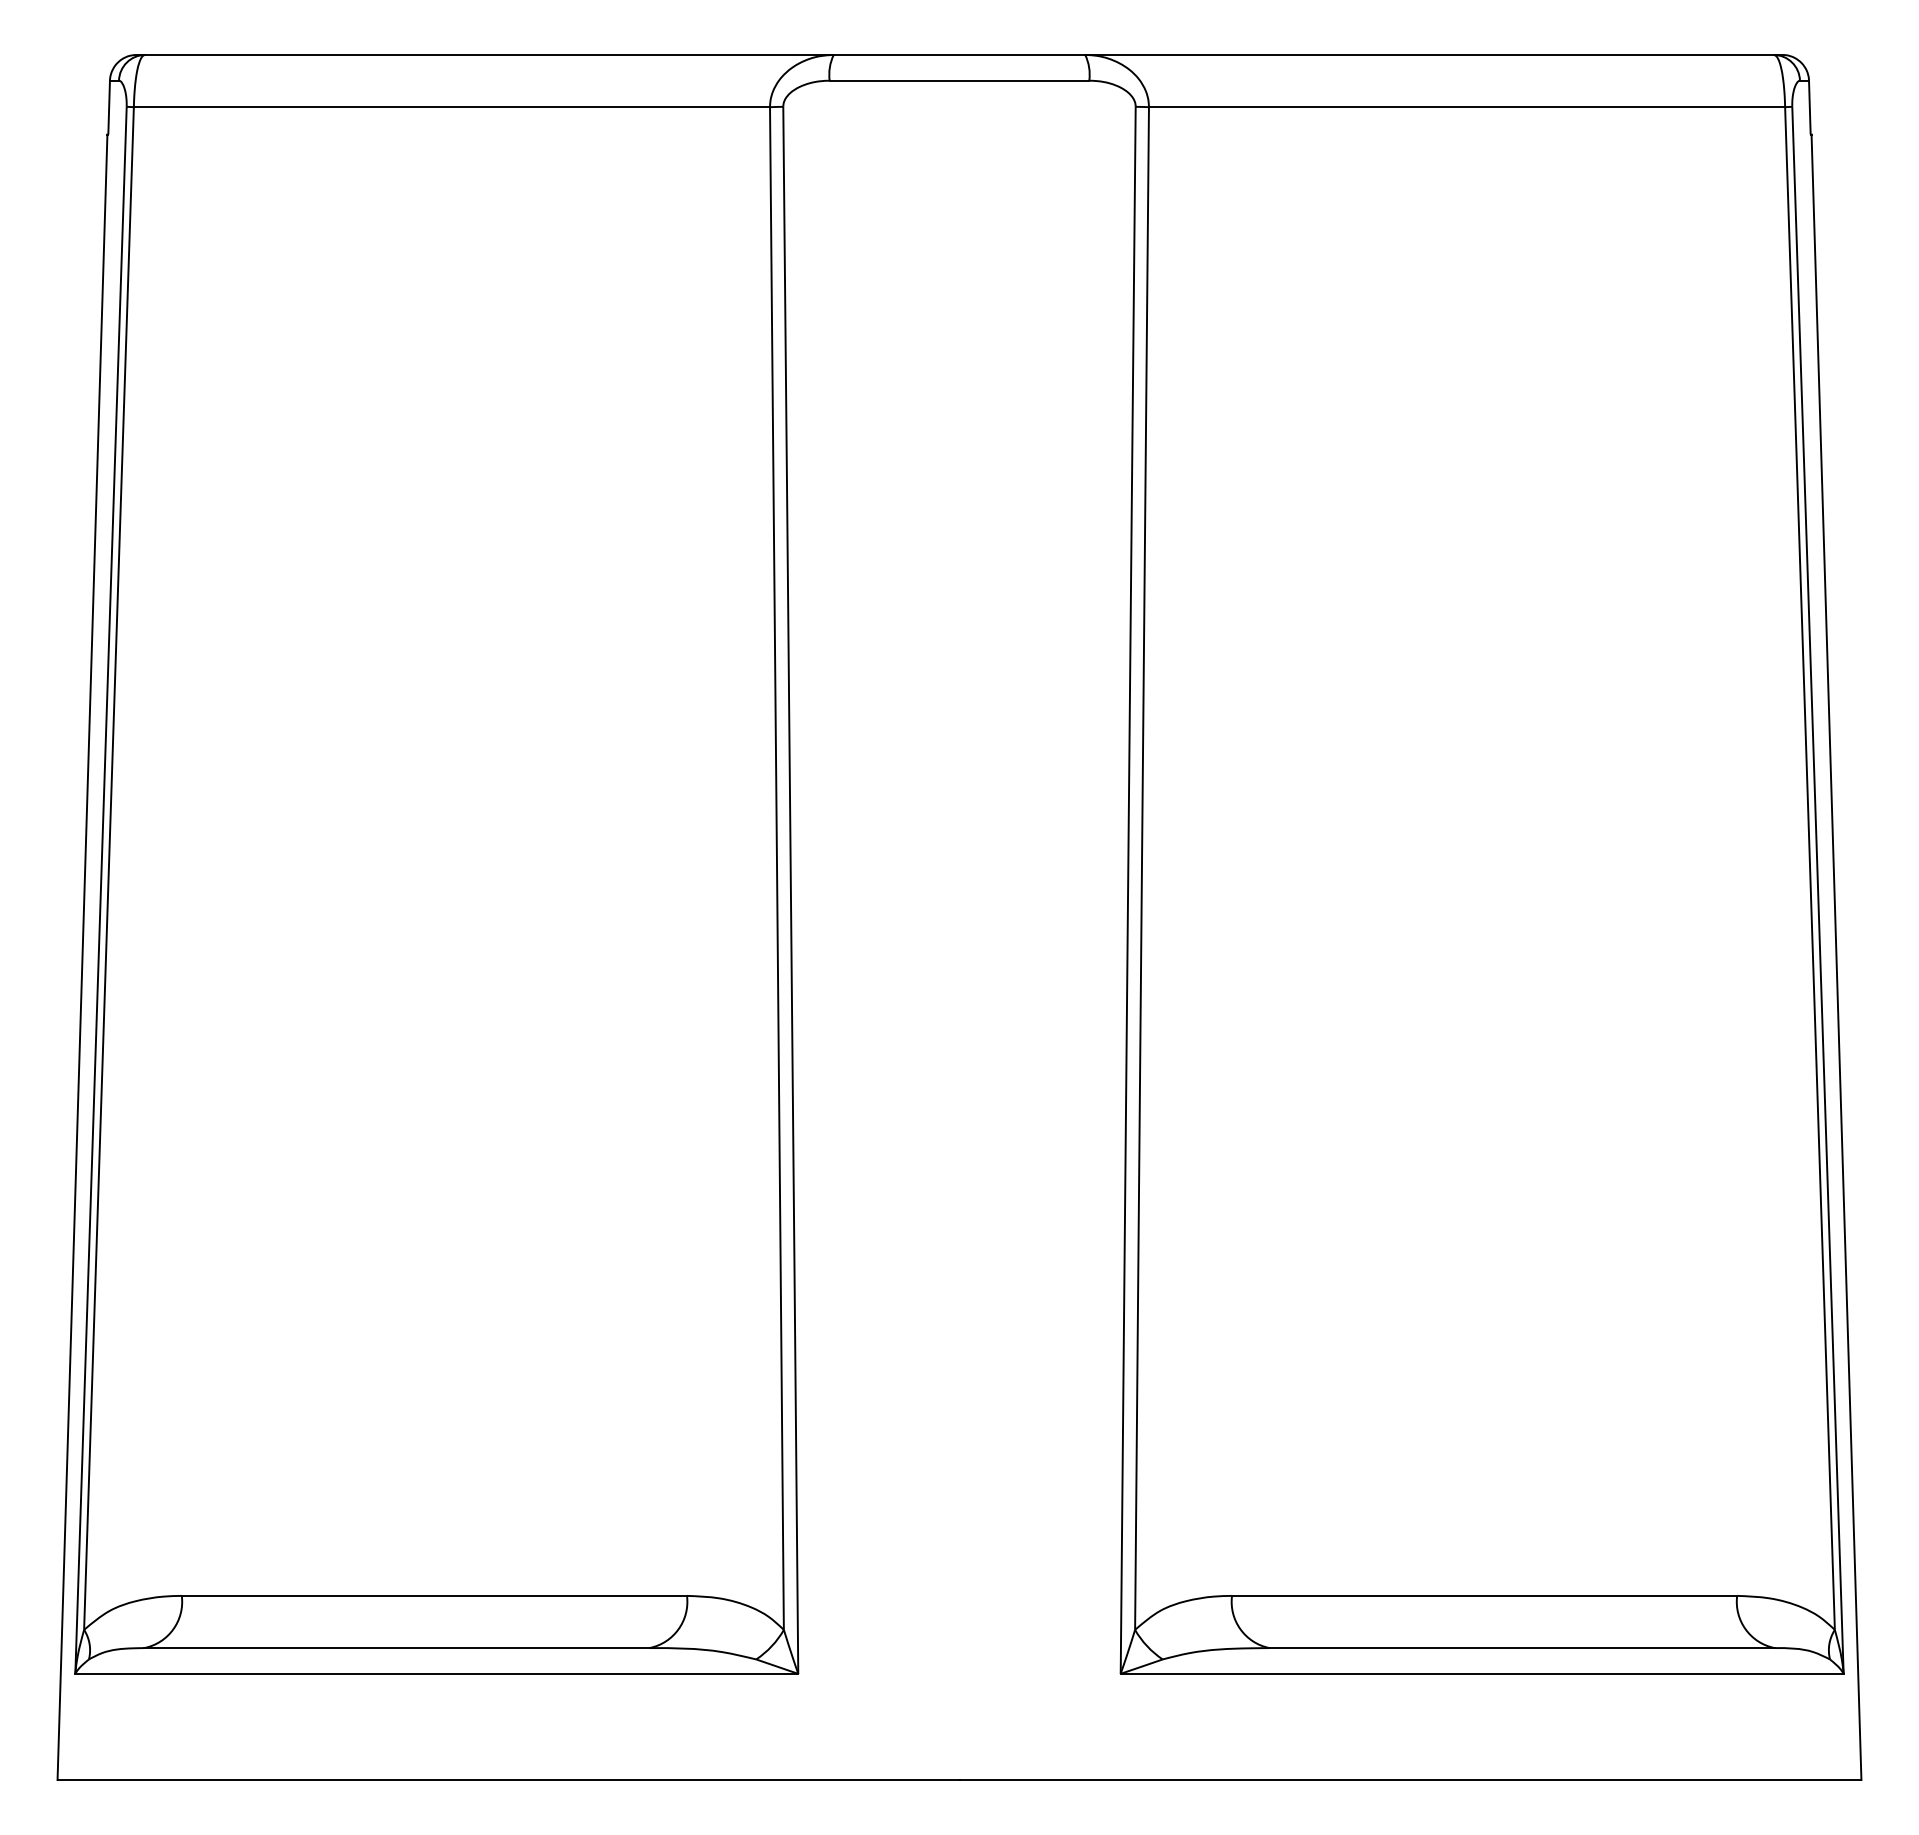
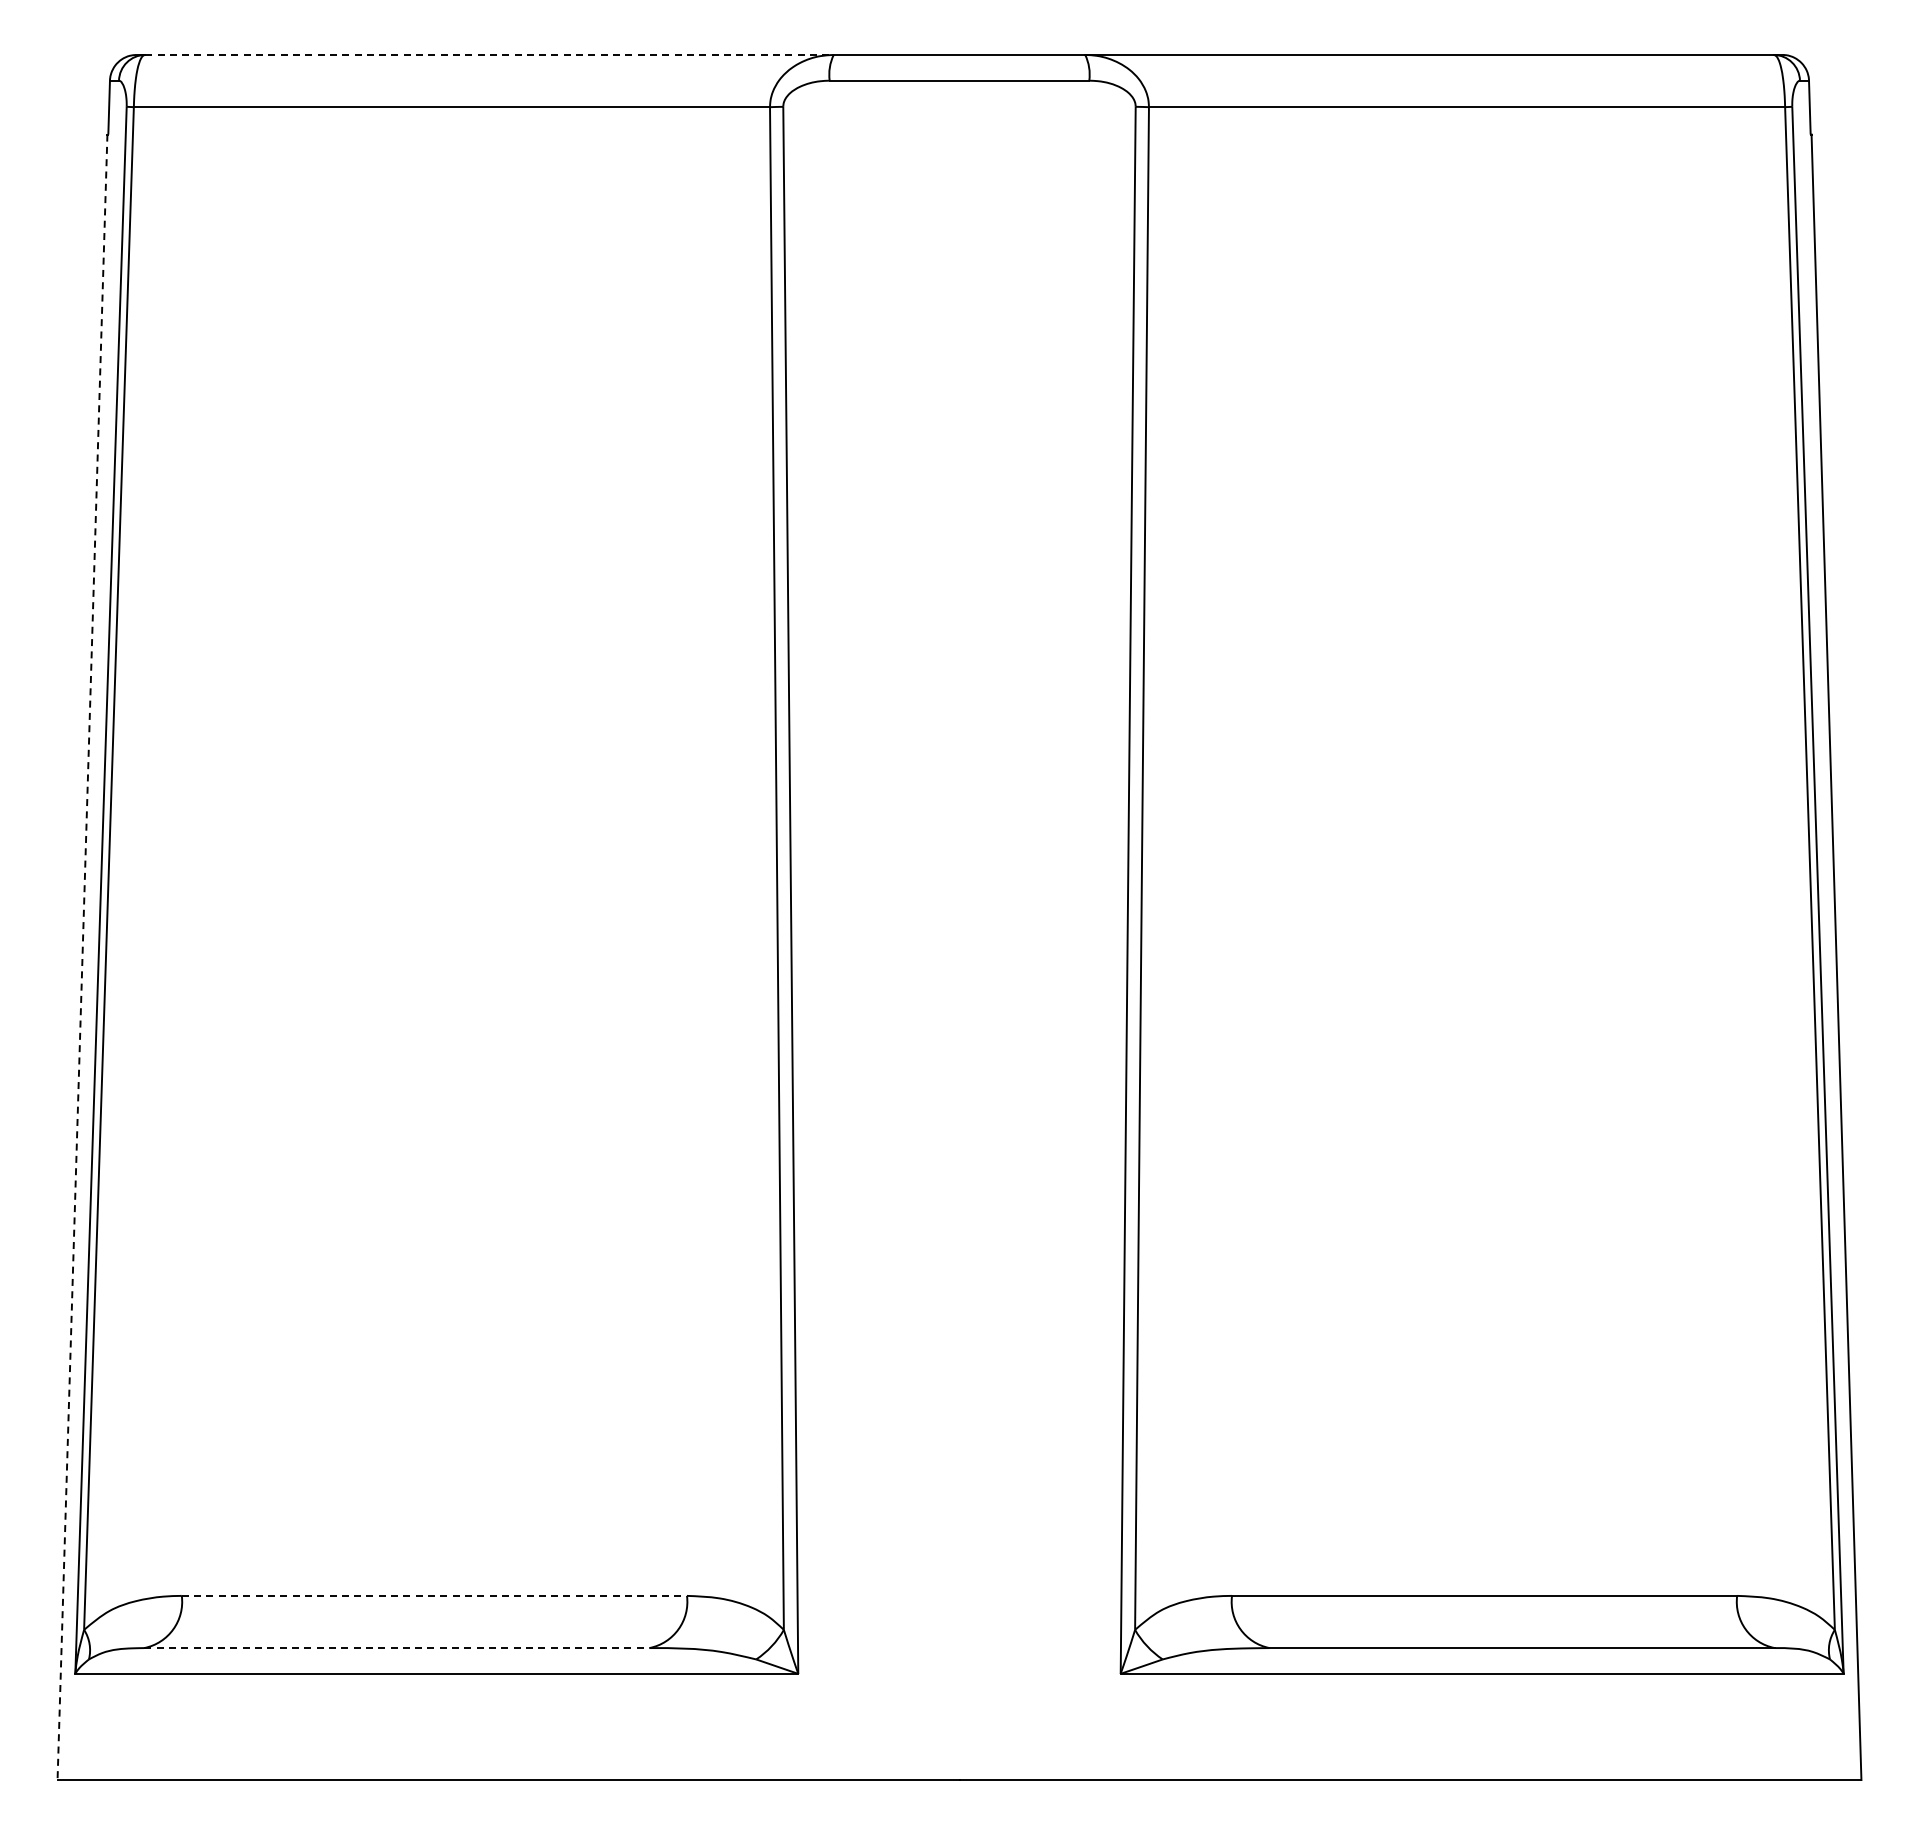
line at (489, 54): solid -> dashed
line at (82, 957): solid -> dashed
line at (434, 1595): solid -> dashed
line at (396, 1648): solid -> dashed
